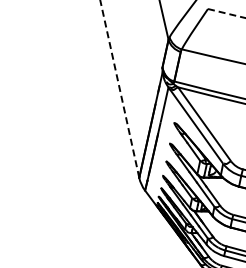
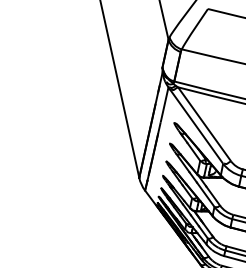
arc at (227, 13): dashed -> solid
line at (119, 89): dashed -> solid
